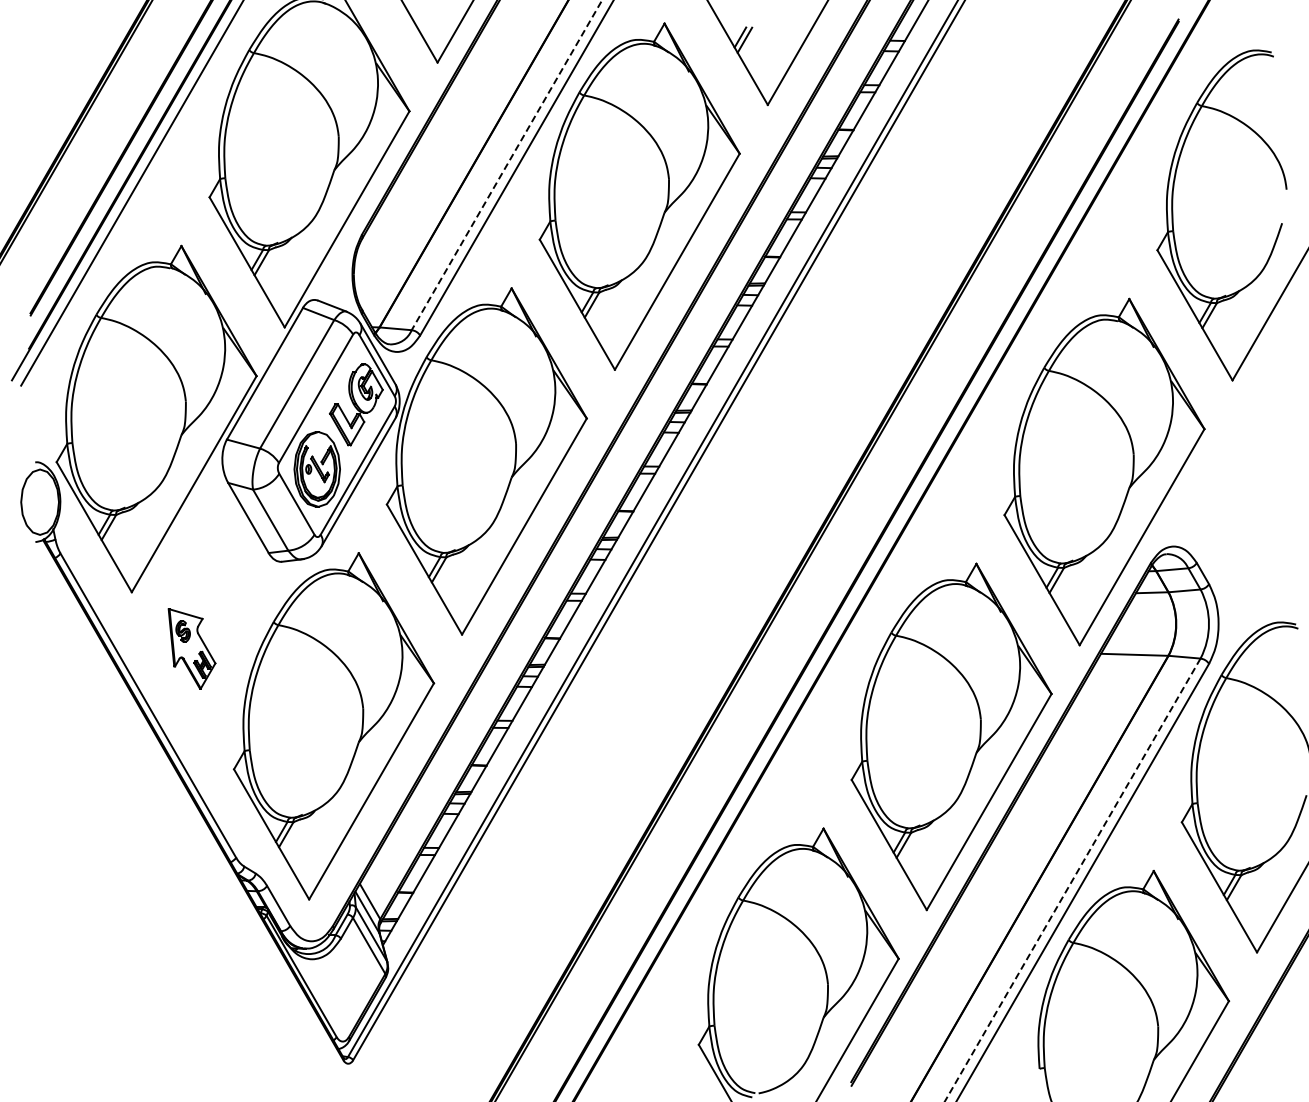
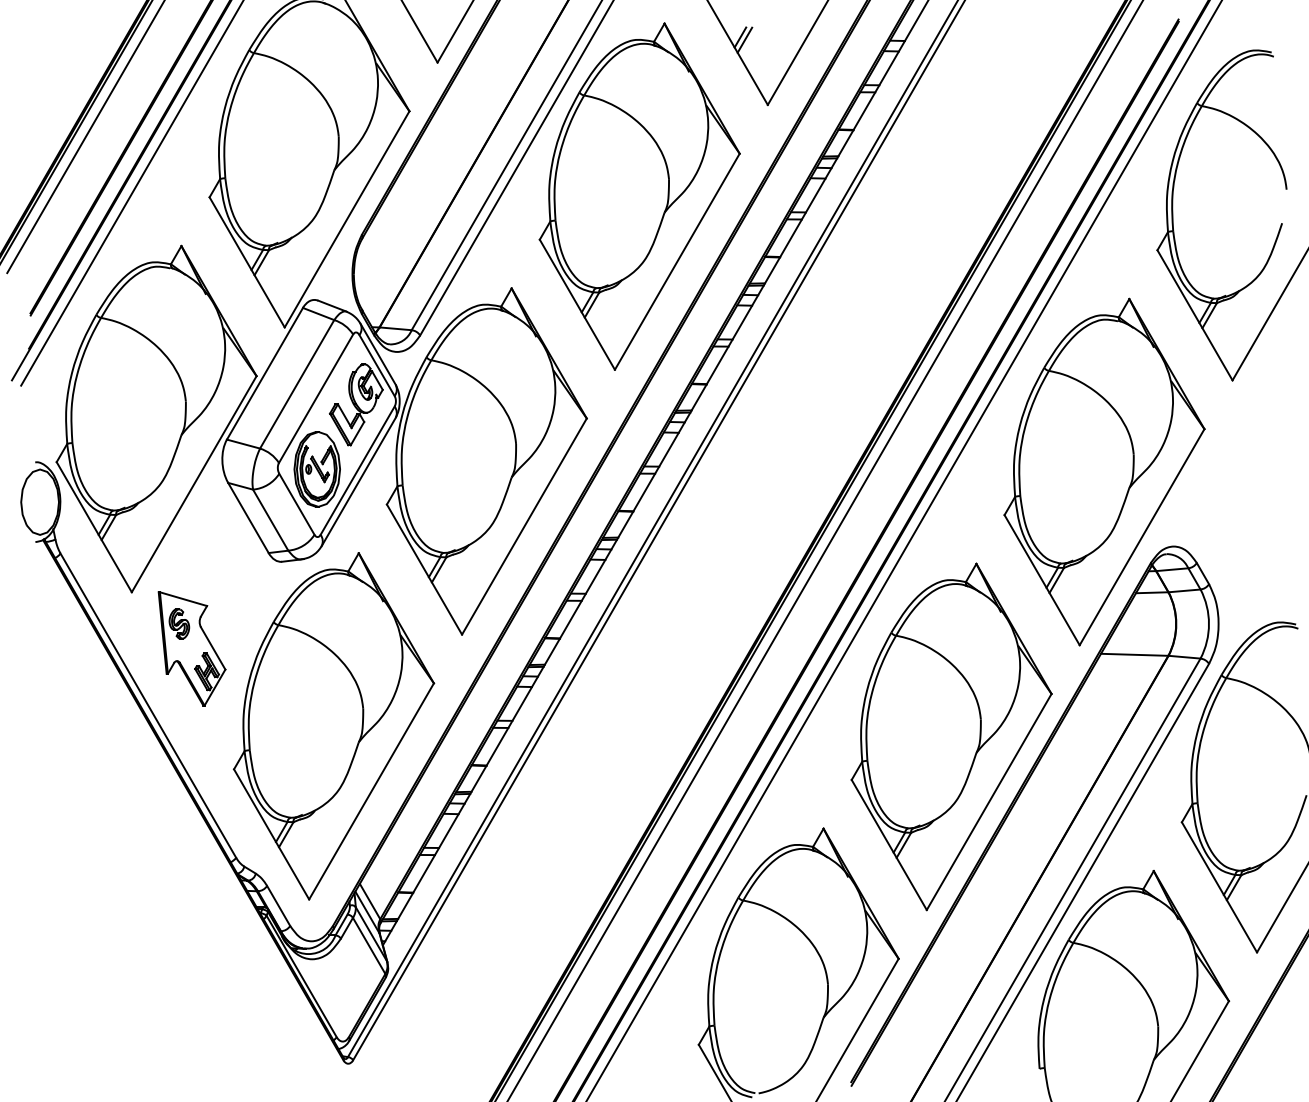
line at (85, 137): none -> present
line at (506, 165): dashed -> solid
line at (825, 550): none -> present
line at (904, 550): none -> present
part at (191, 648) size: 50x82 px -> 70x116 px
line at (1072, 880): dashed -> solid
